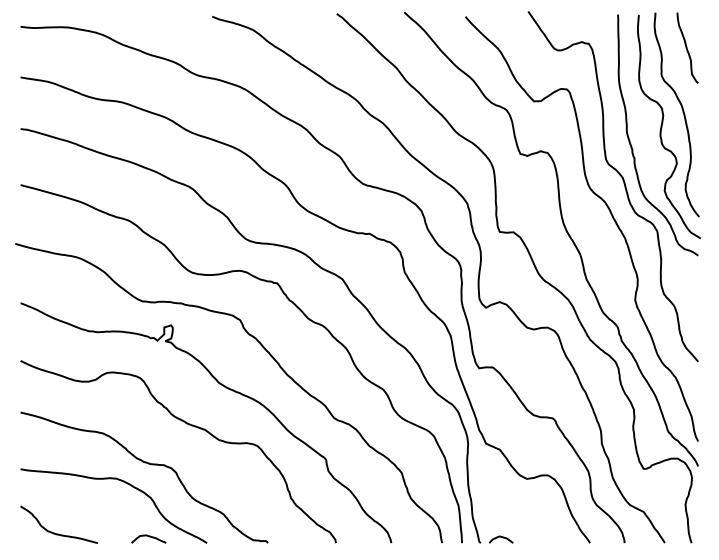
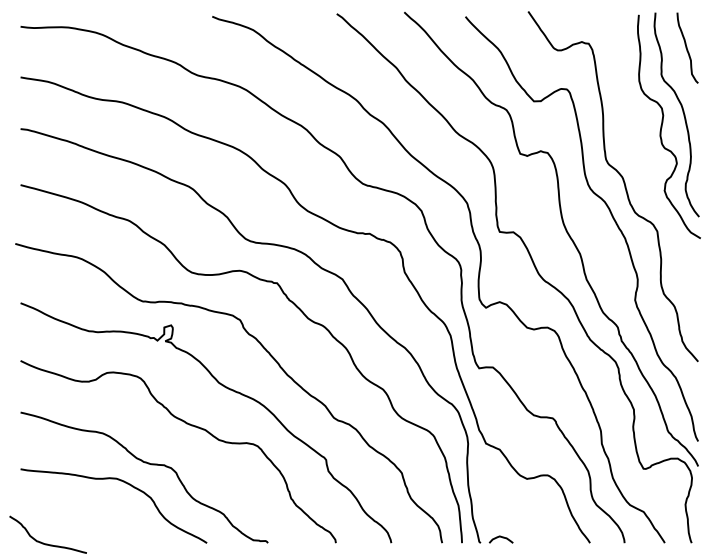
curve at (631, 143): present -> none
curve at (54, 532) position: (54, 532) -> (43, 542)
curve at (149, 537): present -> none
